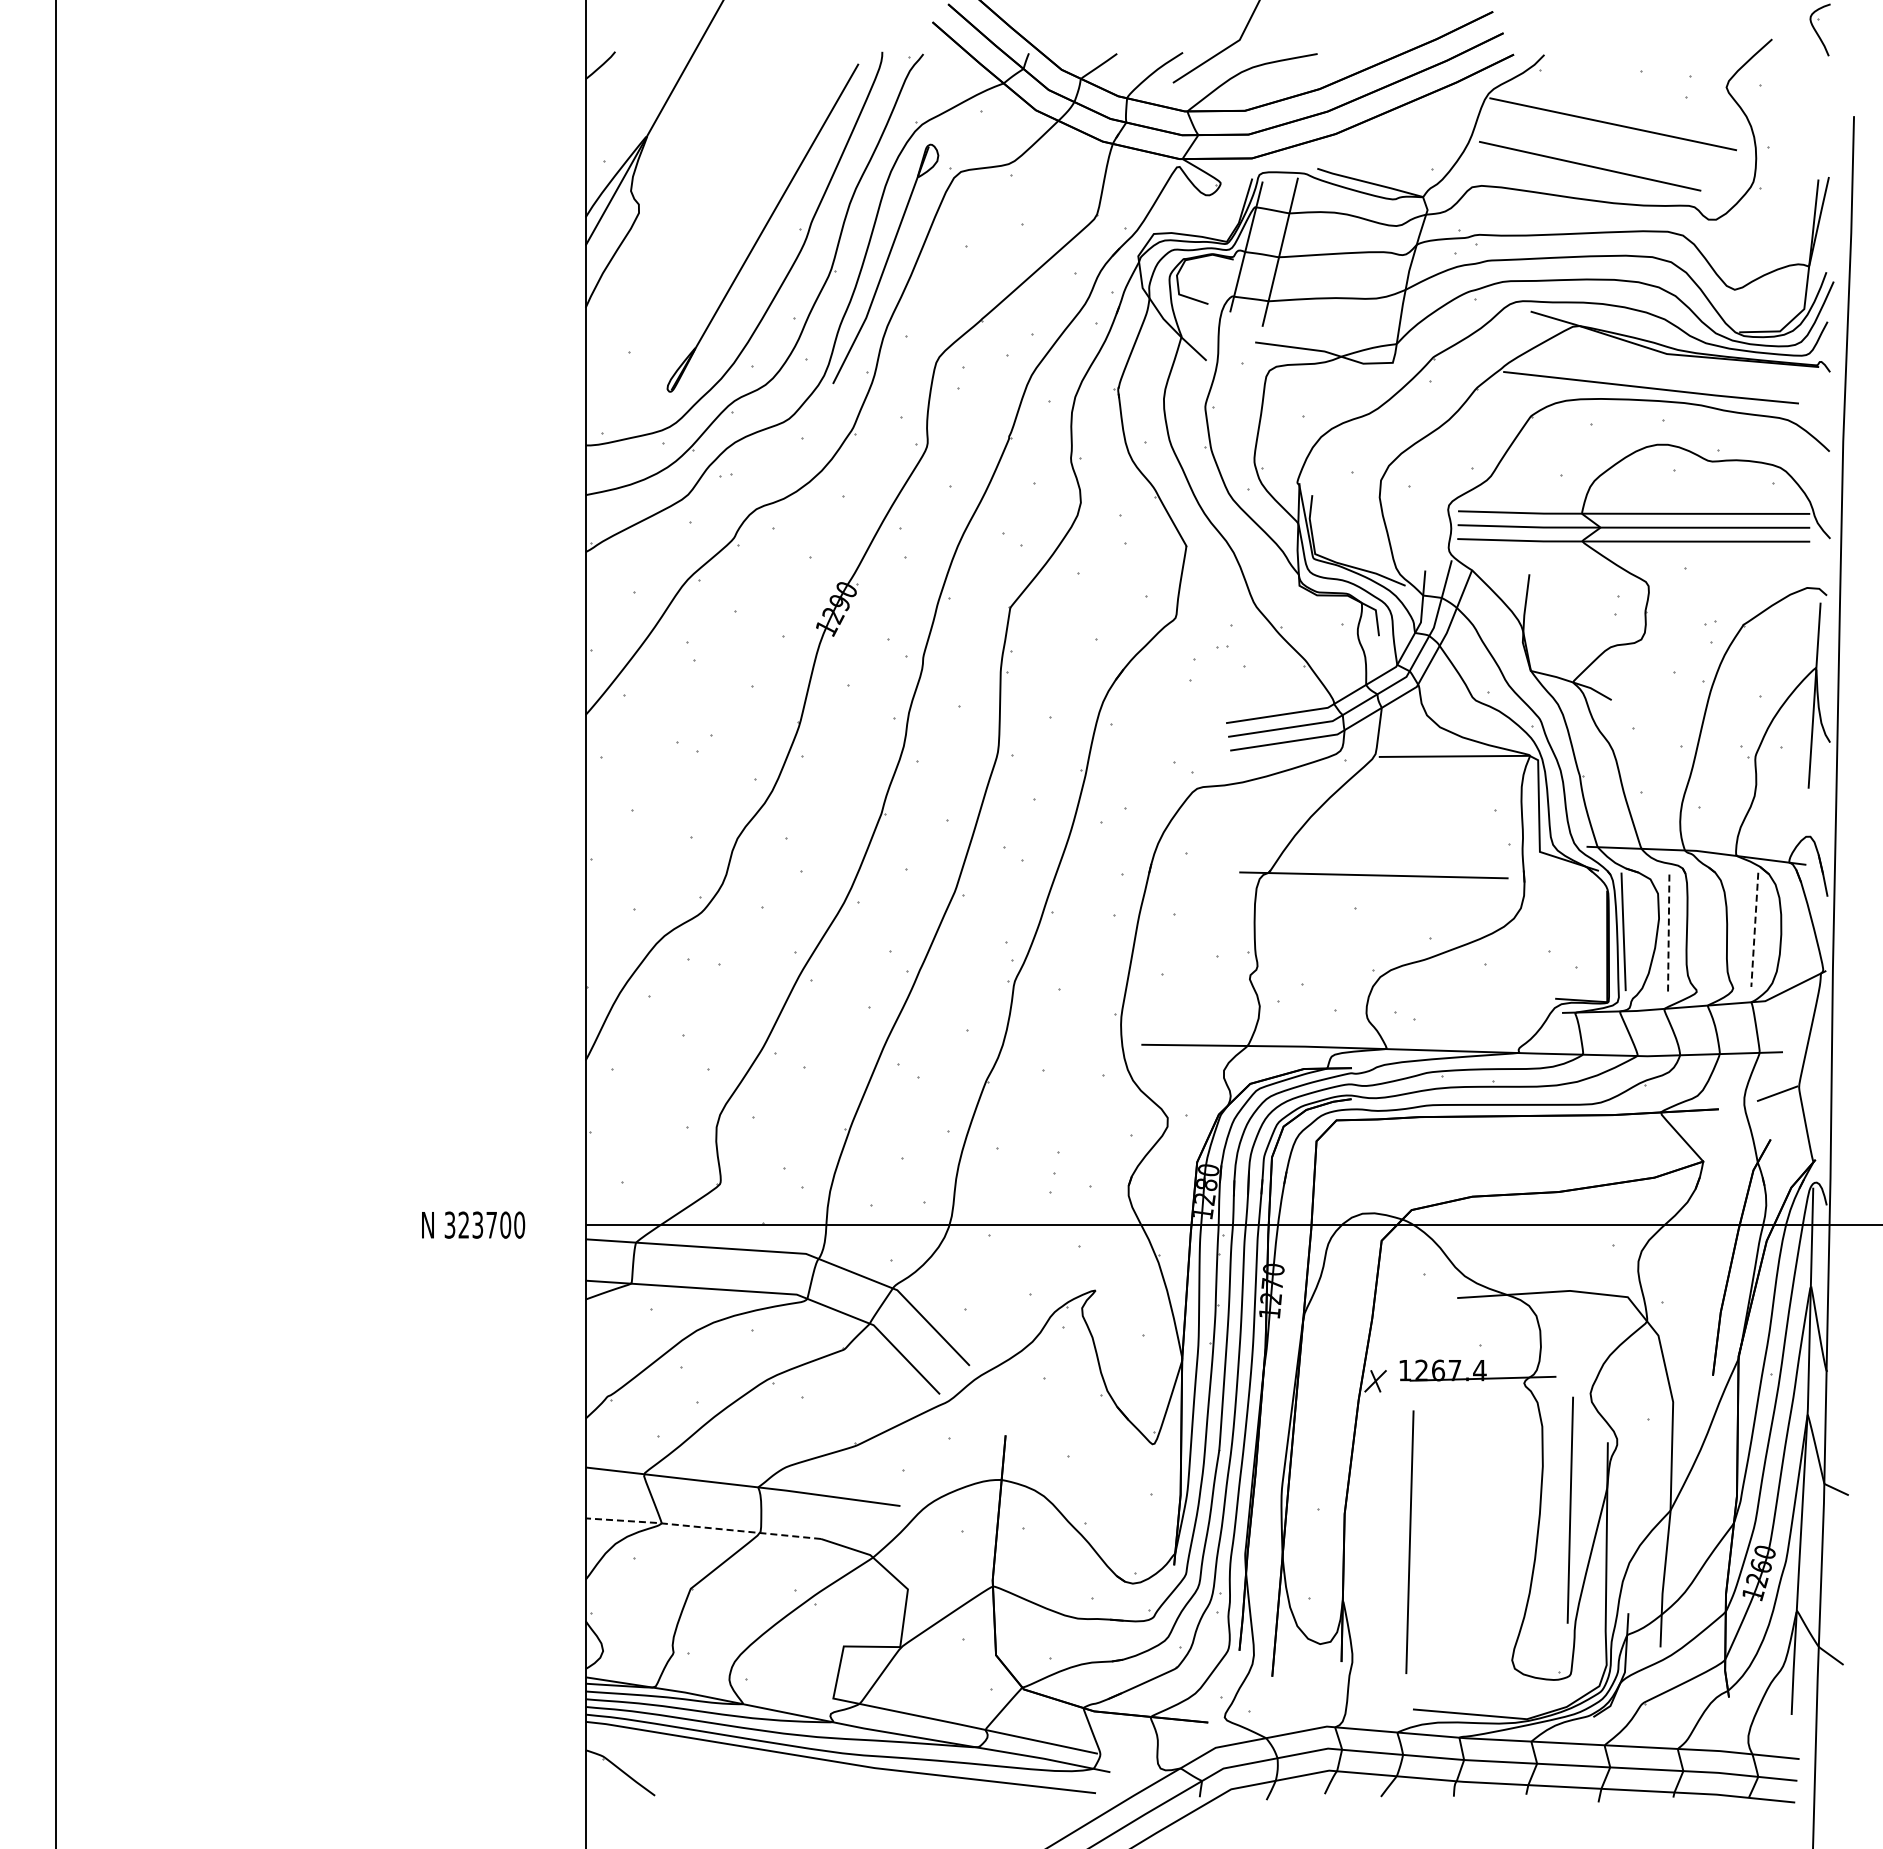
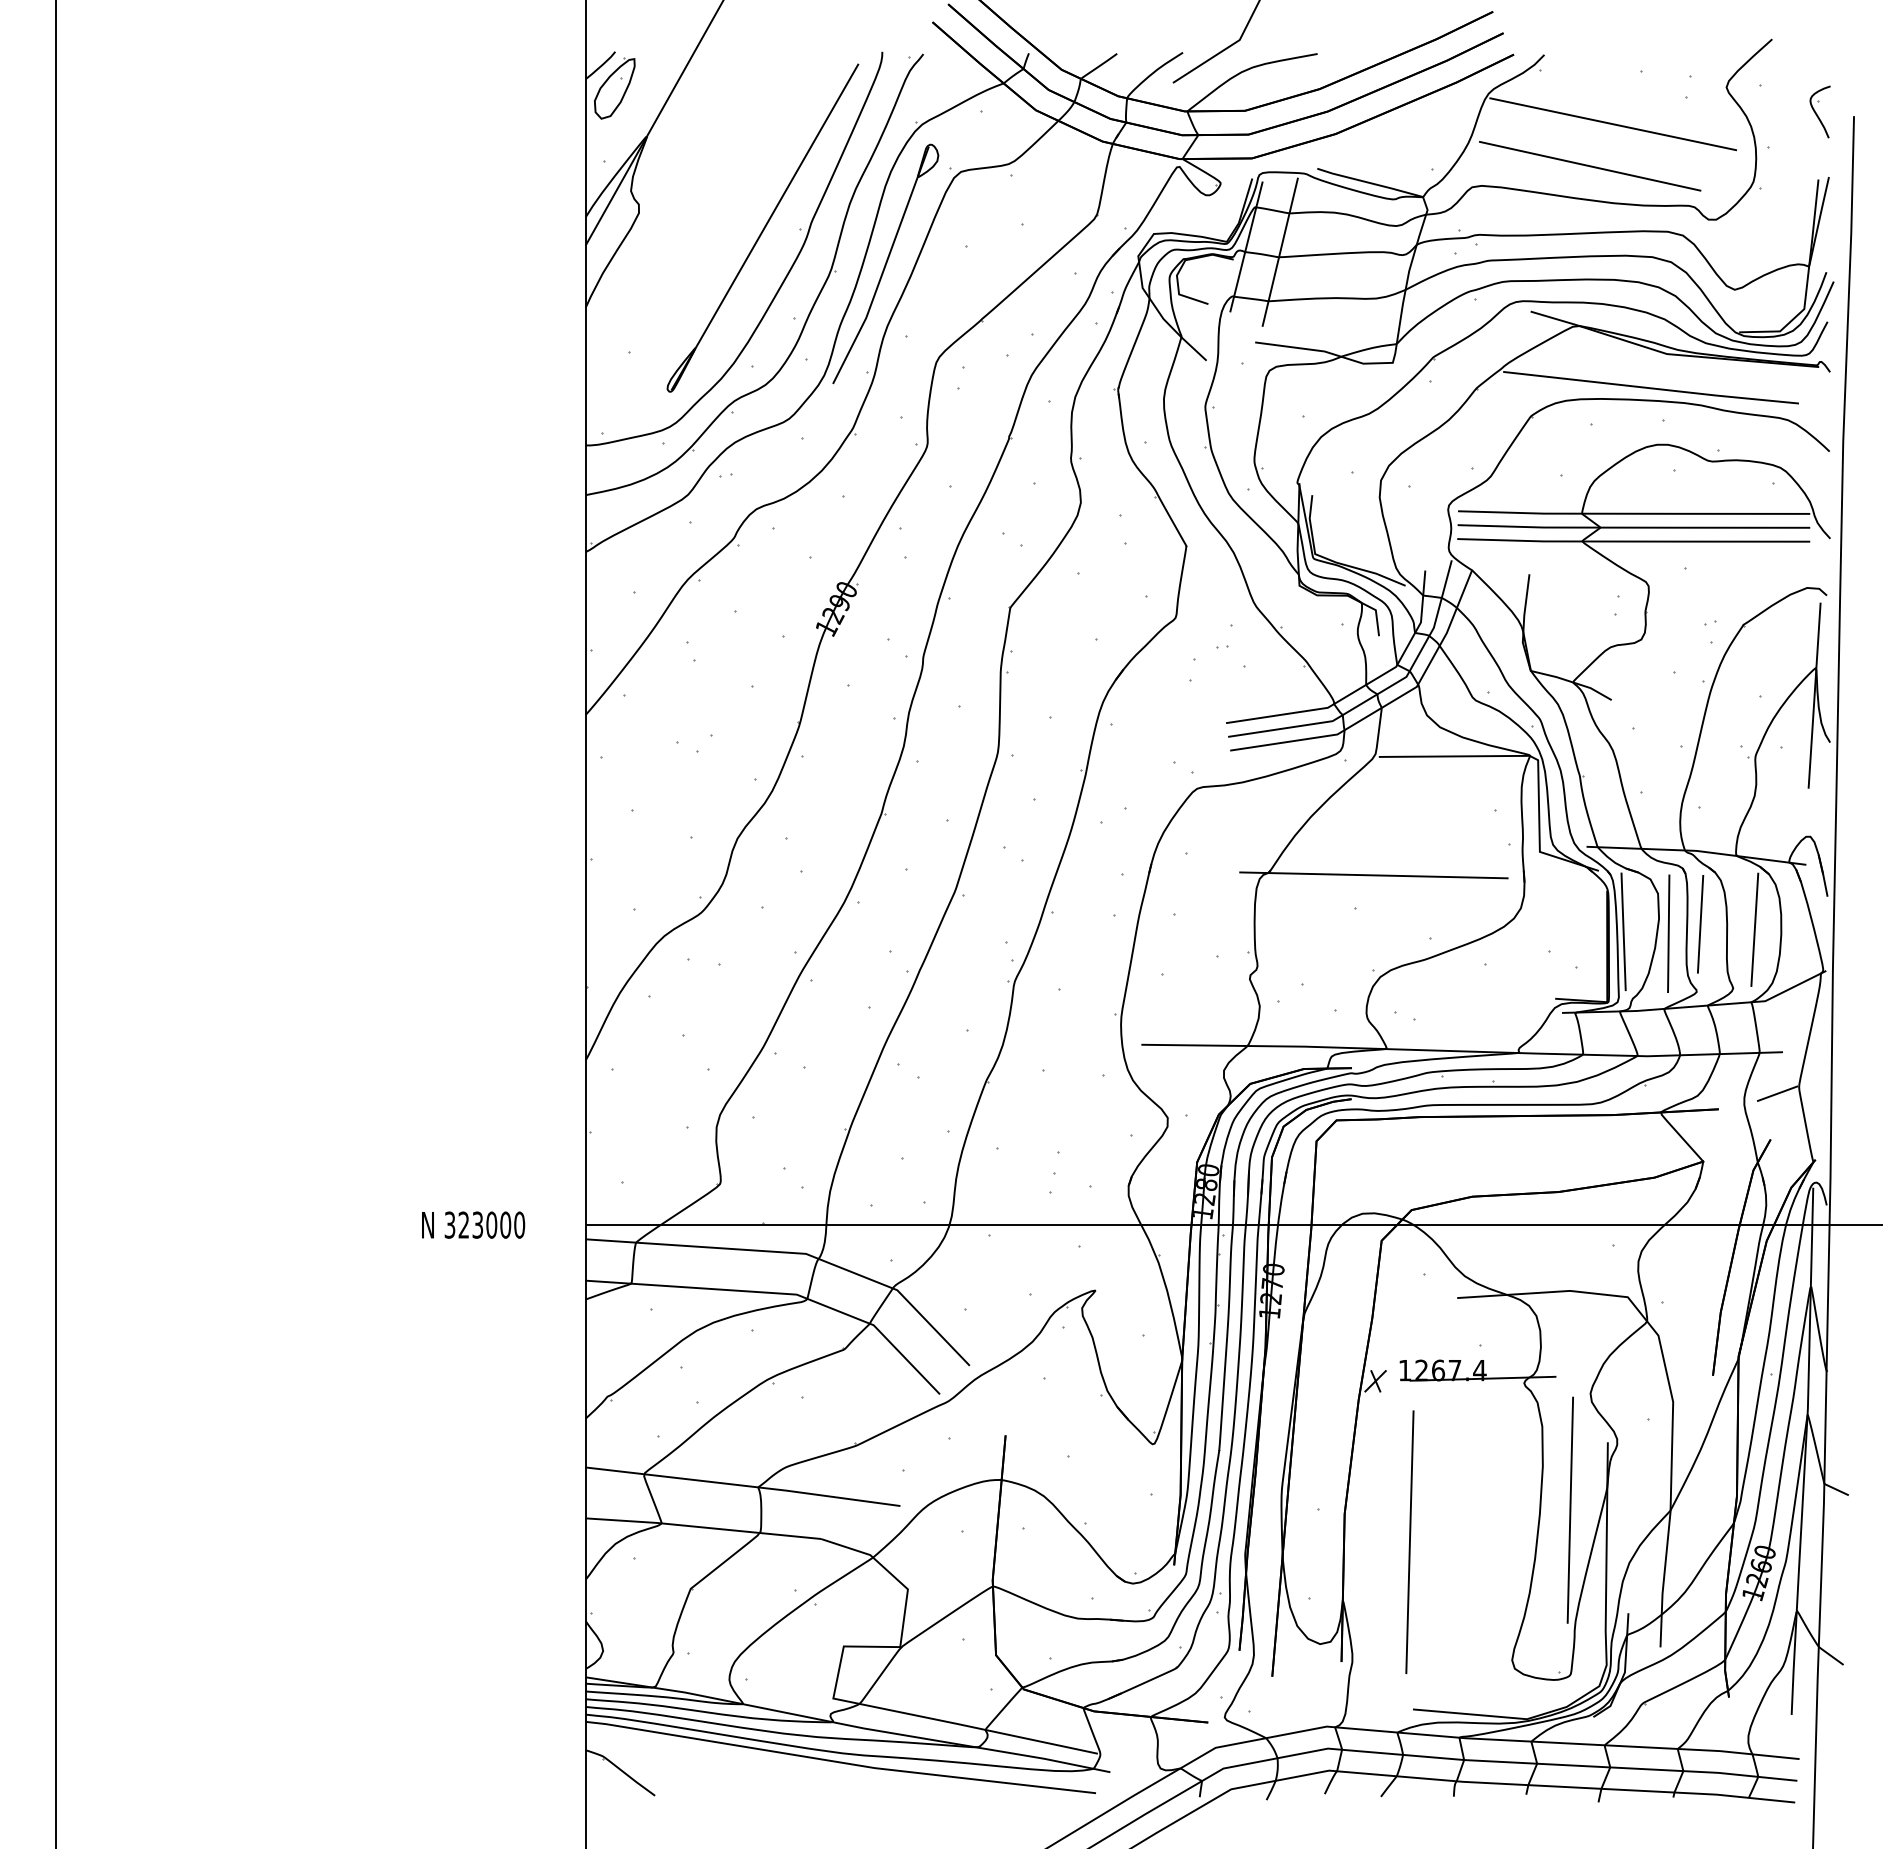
part at (1819, 29) position: (1819, 29) -> (1819, 111)
part at (614, 88): none -> present
line at (1700, 924): none -> present
line at (1754, 930): dashed -> solid
line at (1668, 934): dashed -> solid
text at (491, 1224): 323700 -> 323000
line at (702, 1527): dashed -> solid
